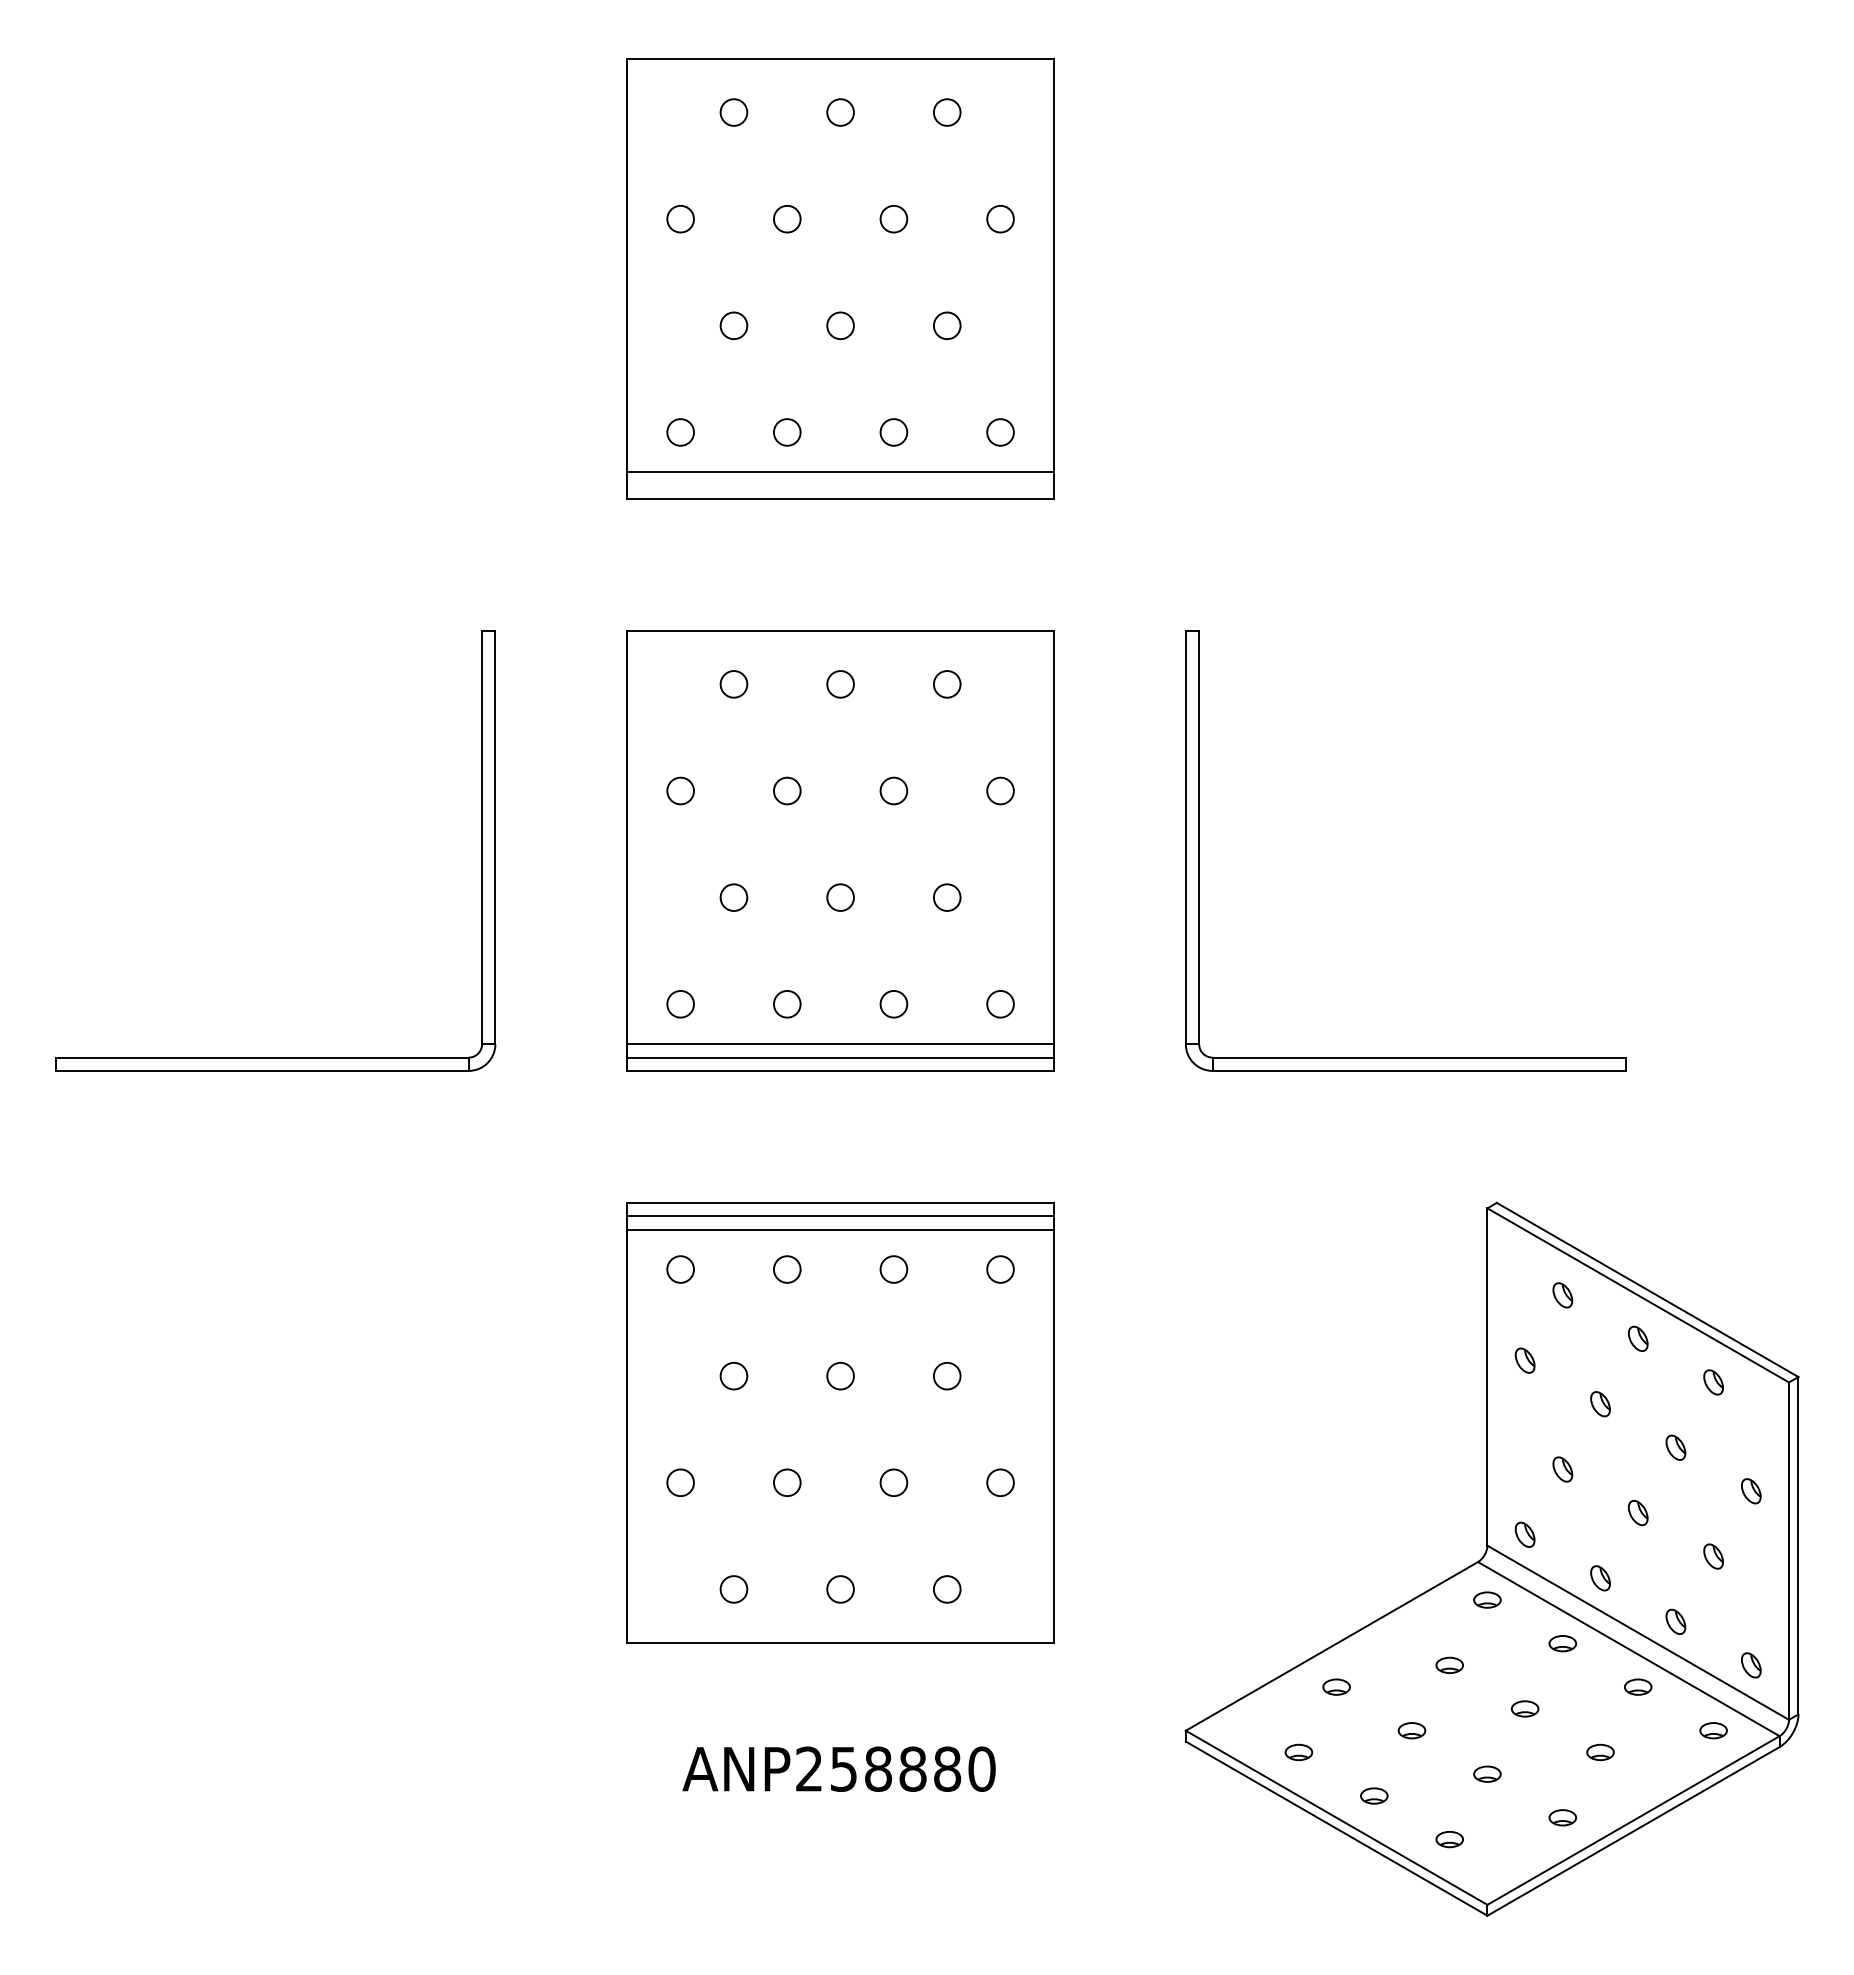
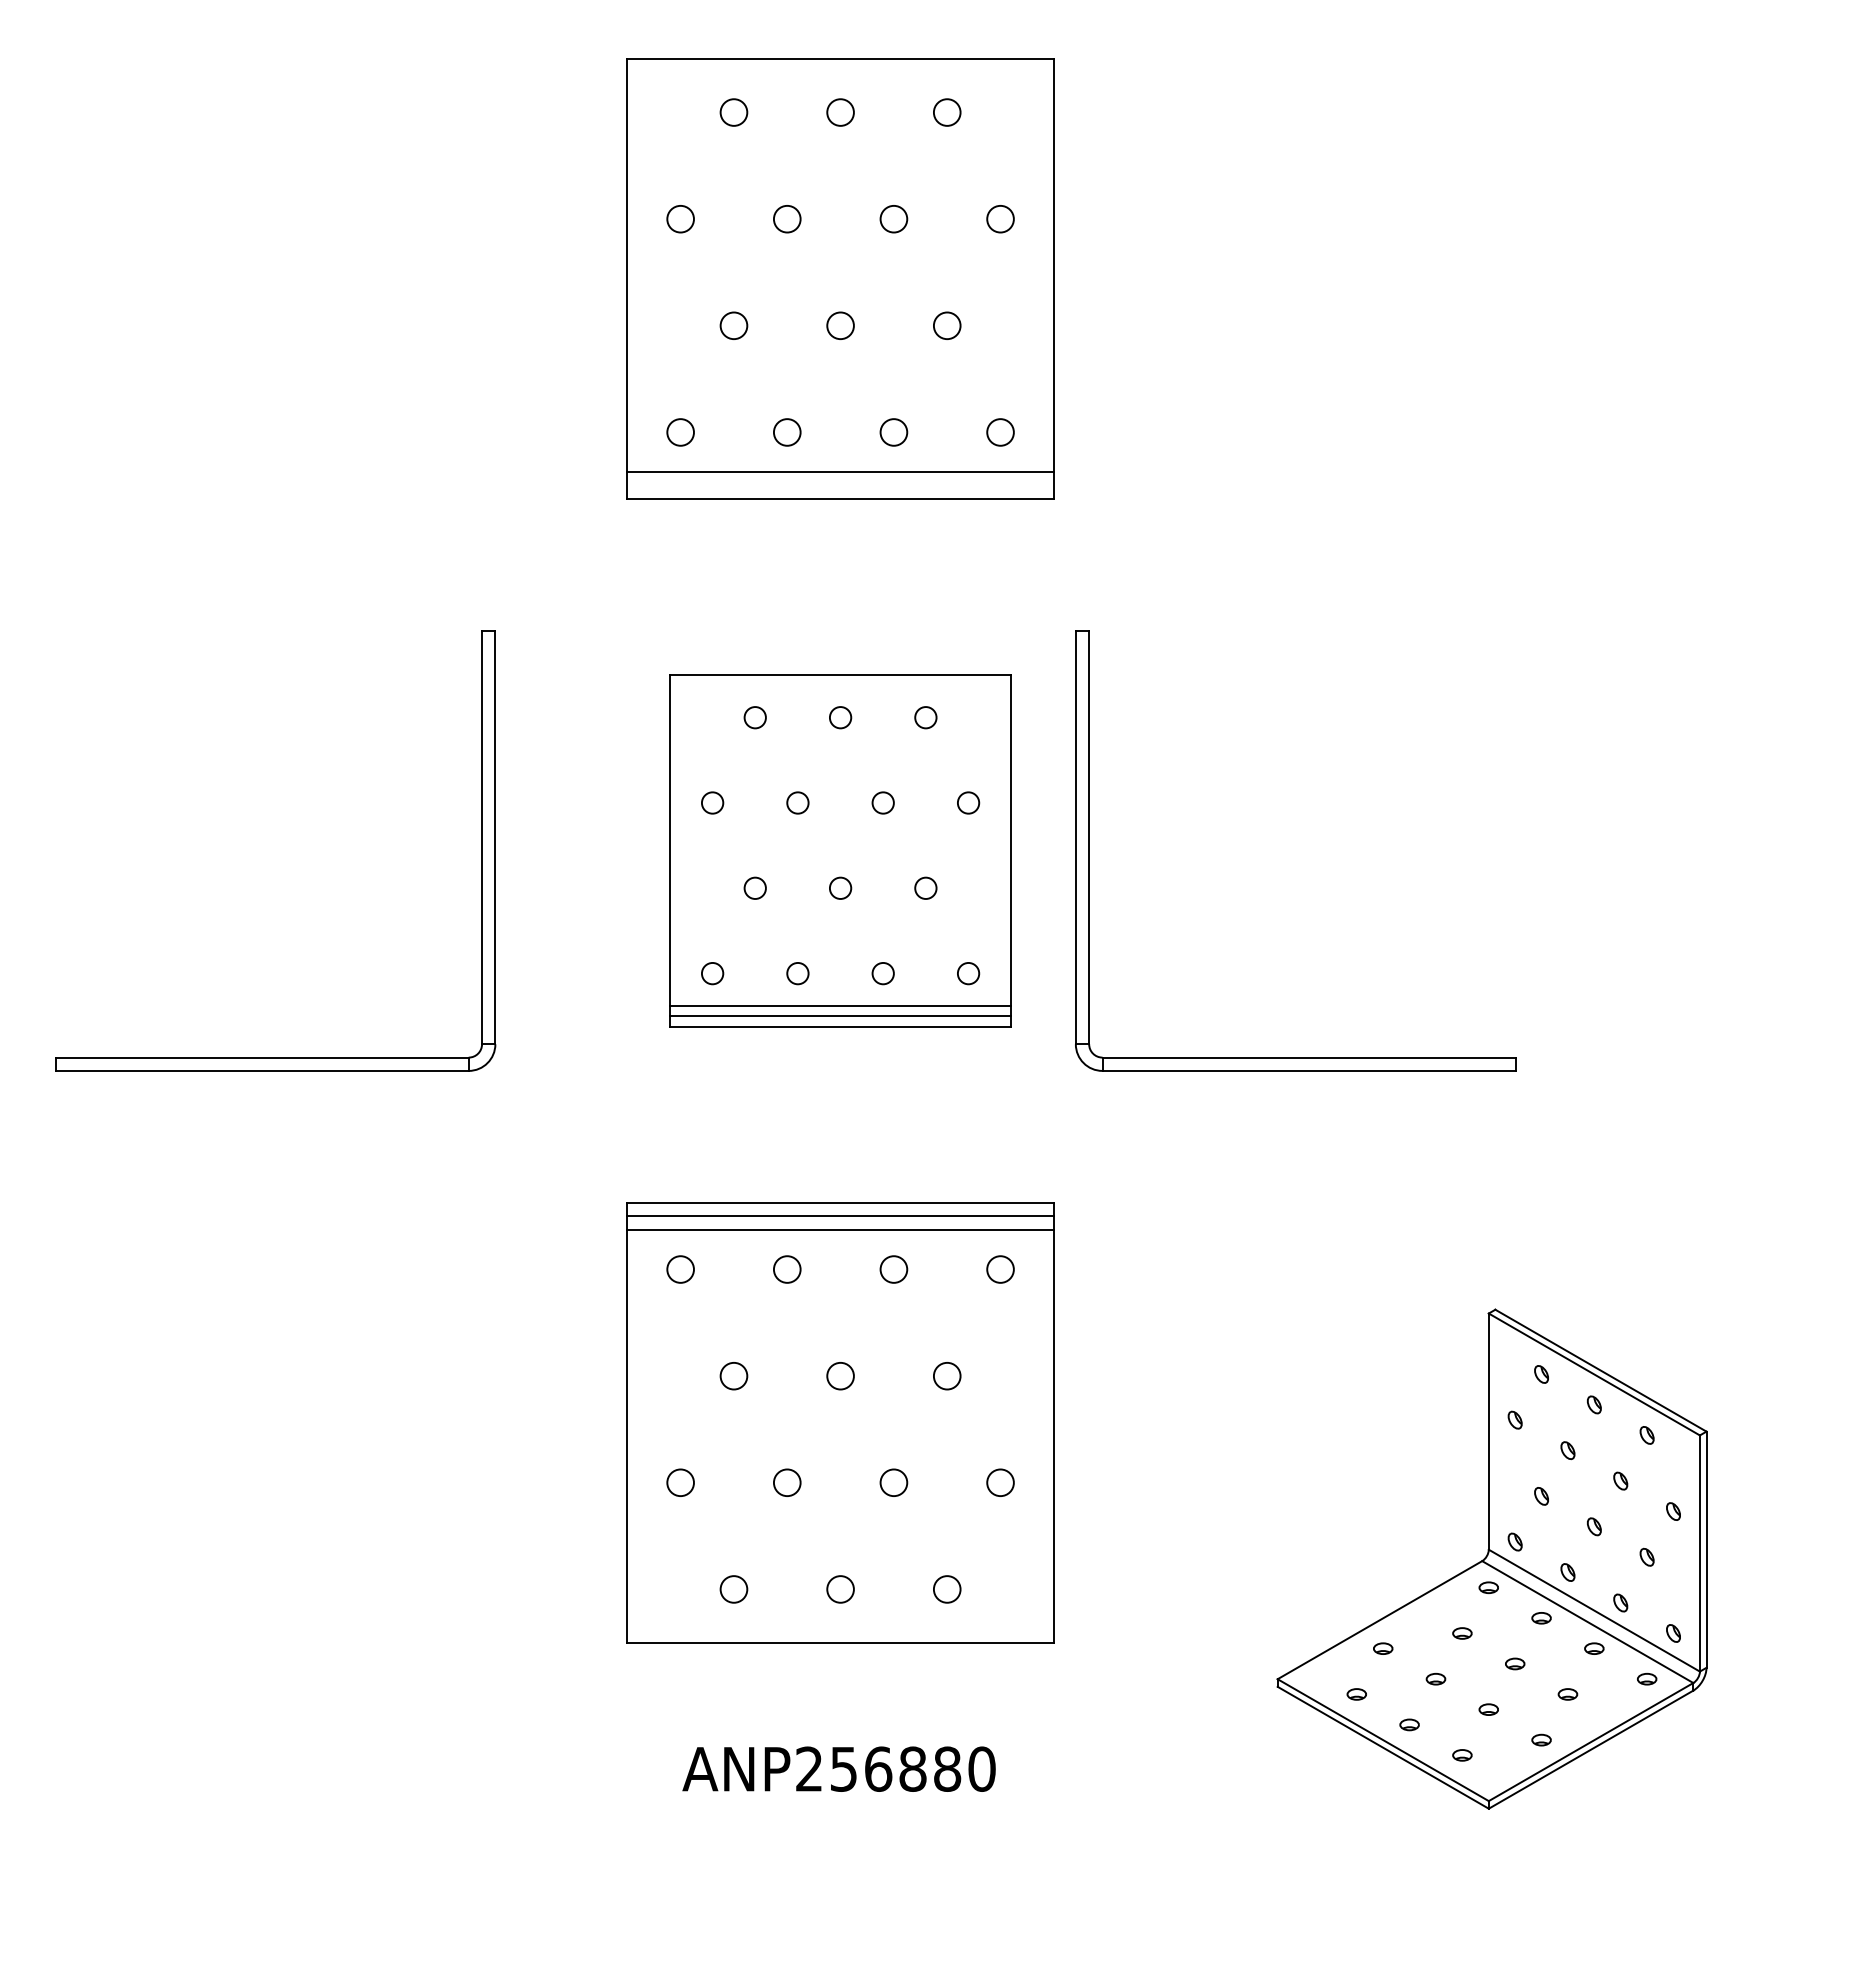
part at (840, 850) size: 429x442 px -> 343x354 px
part at (1199, 850) position: (1199, 850) -> (1089, 850)
part at (1491, 1558) size: 616x716 px -> 432x502 px
text at (878, 1768): ANP258880 -> ANP256880
